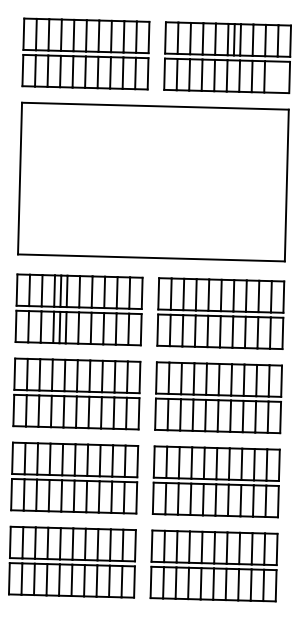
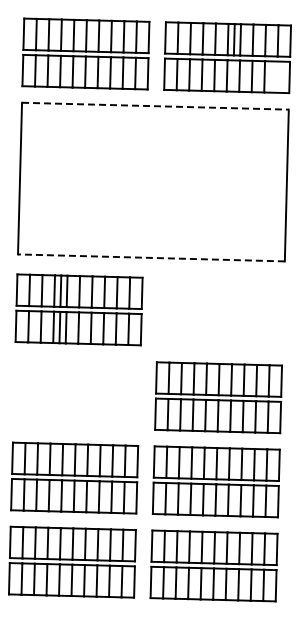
line at (155, 106): solid -> dashed
line at (150, 257): solid -> dashed
part at (220, 313): present -> none
part at (76, 393): present -> none
